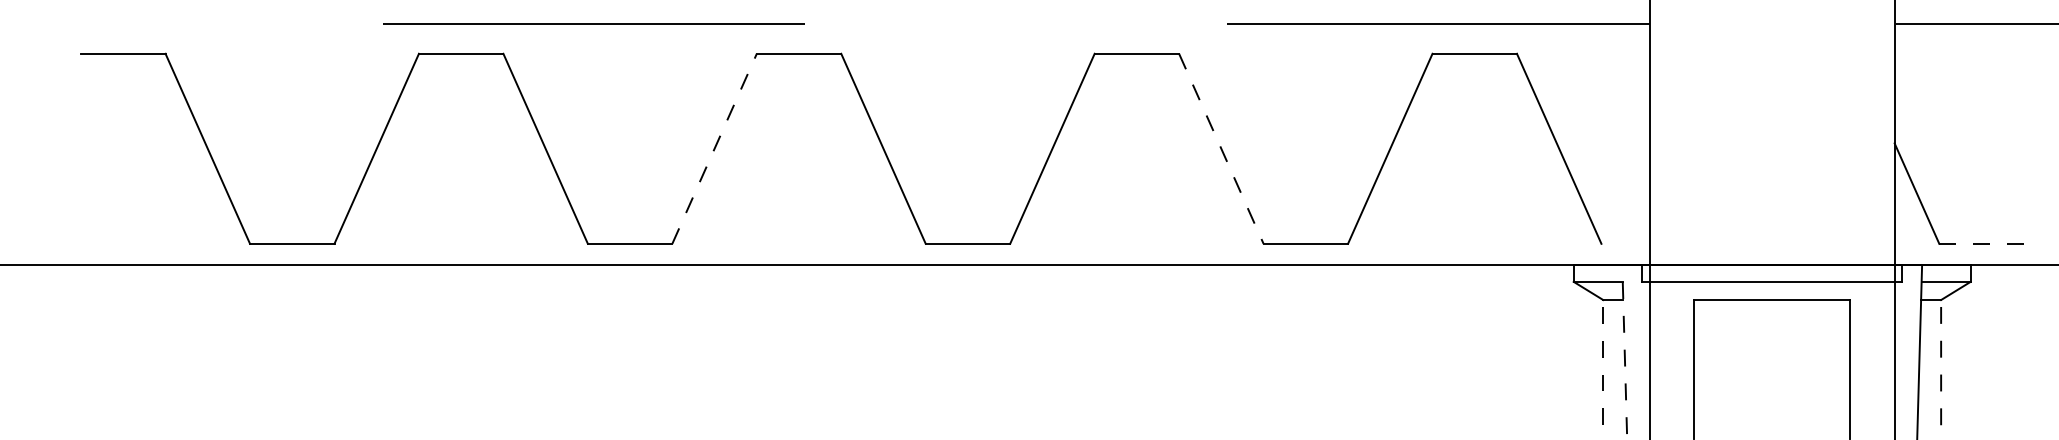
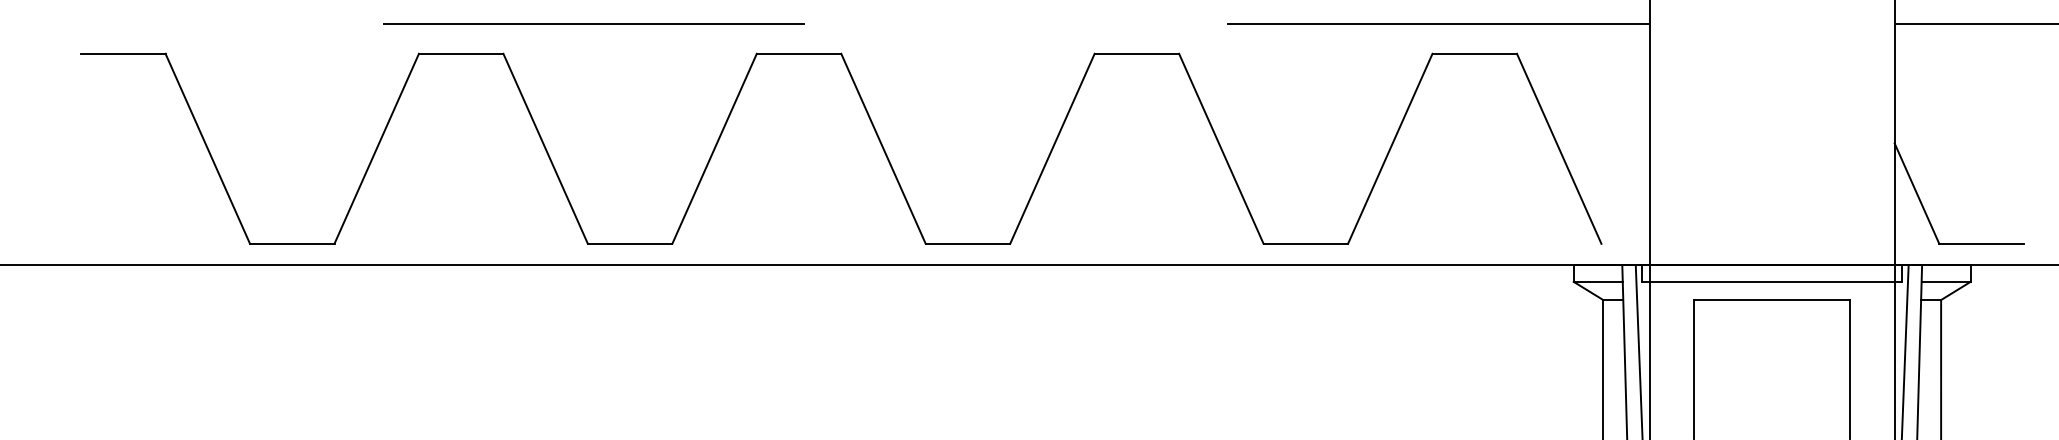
line at (714, 148): dashed -> solid
line at (1221, 148): dashed -> solid
line at (1982, 243): dashed -> solid
line at (1638, 350): none -> present
line at (1904, 350): none -> present
line at (1624, 351): dashed -> solid
line at (1603, 369): dashed -> solid
line at (1941, 369): dashed -> solid
